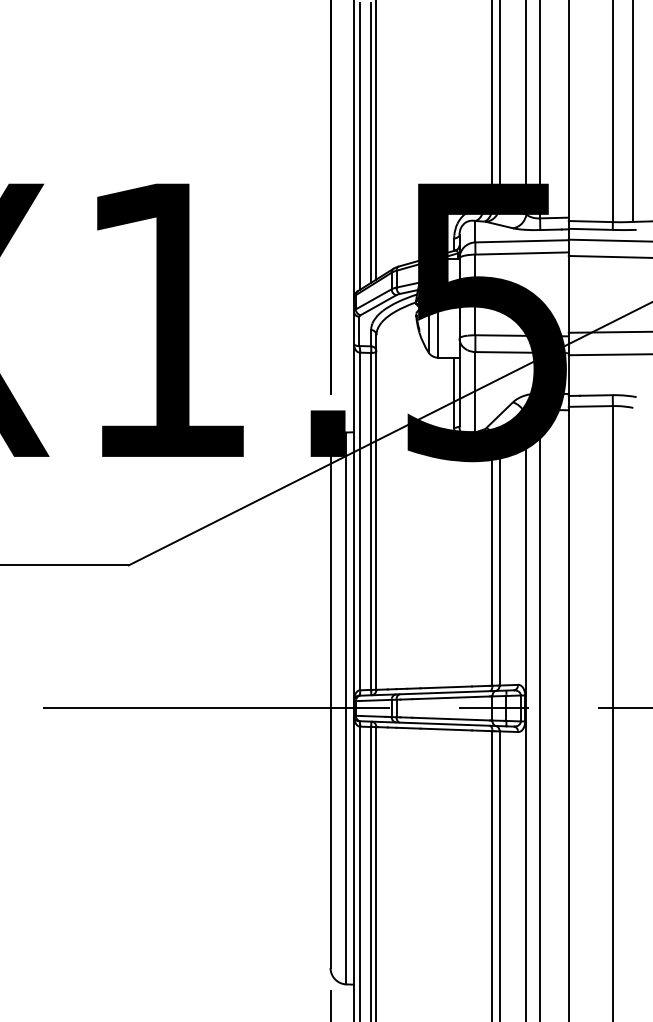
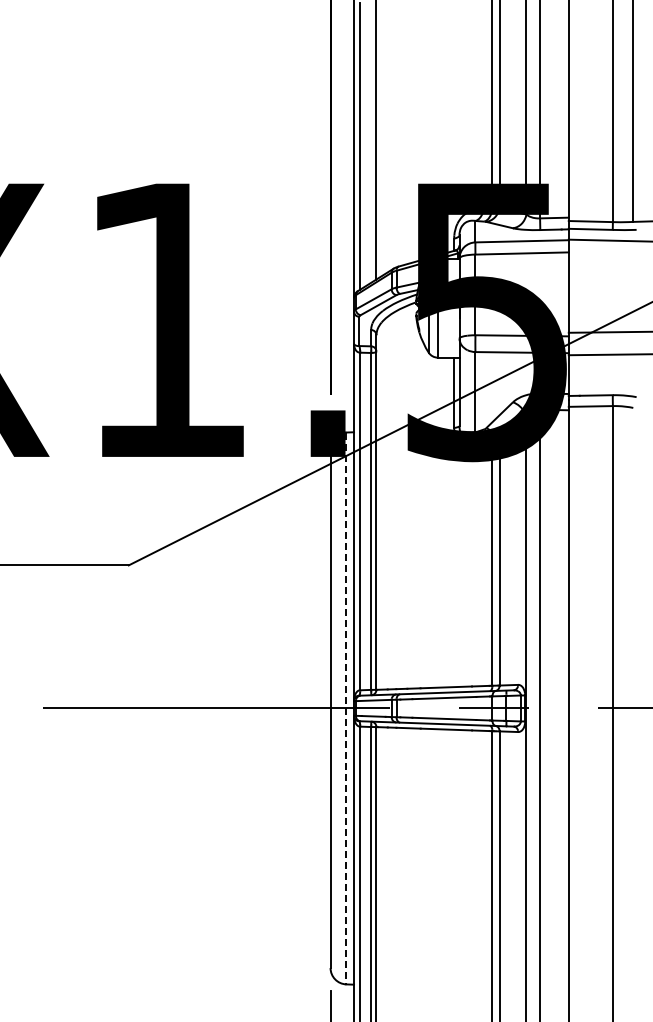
line at (371, 142): present -> none
line at (608, 256): present -> none
line at (346, 708): solid -> dashed
